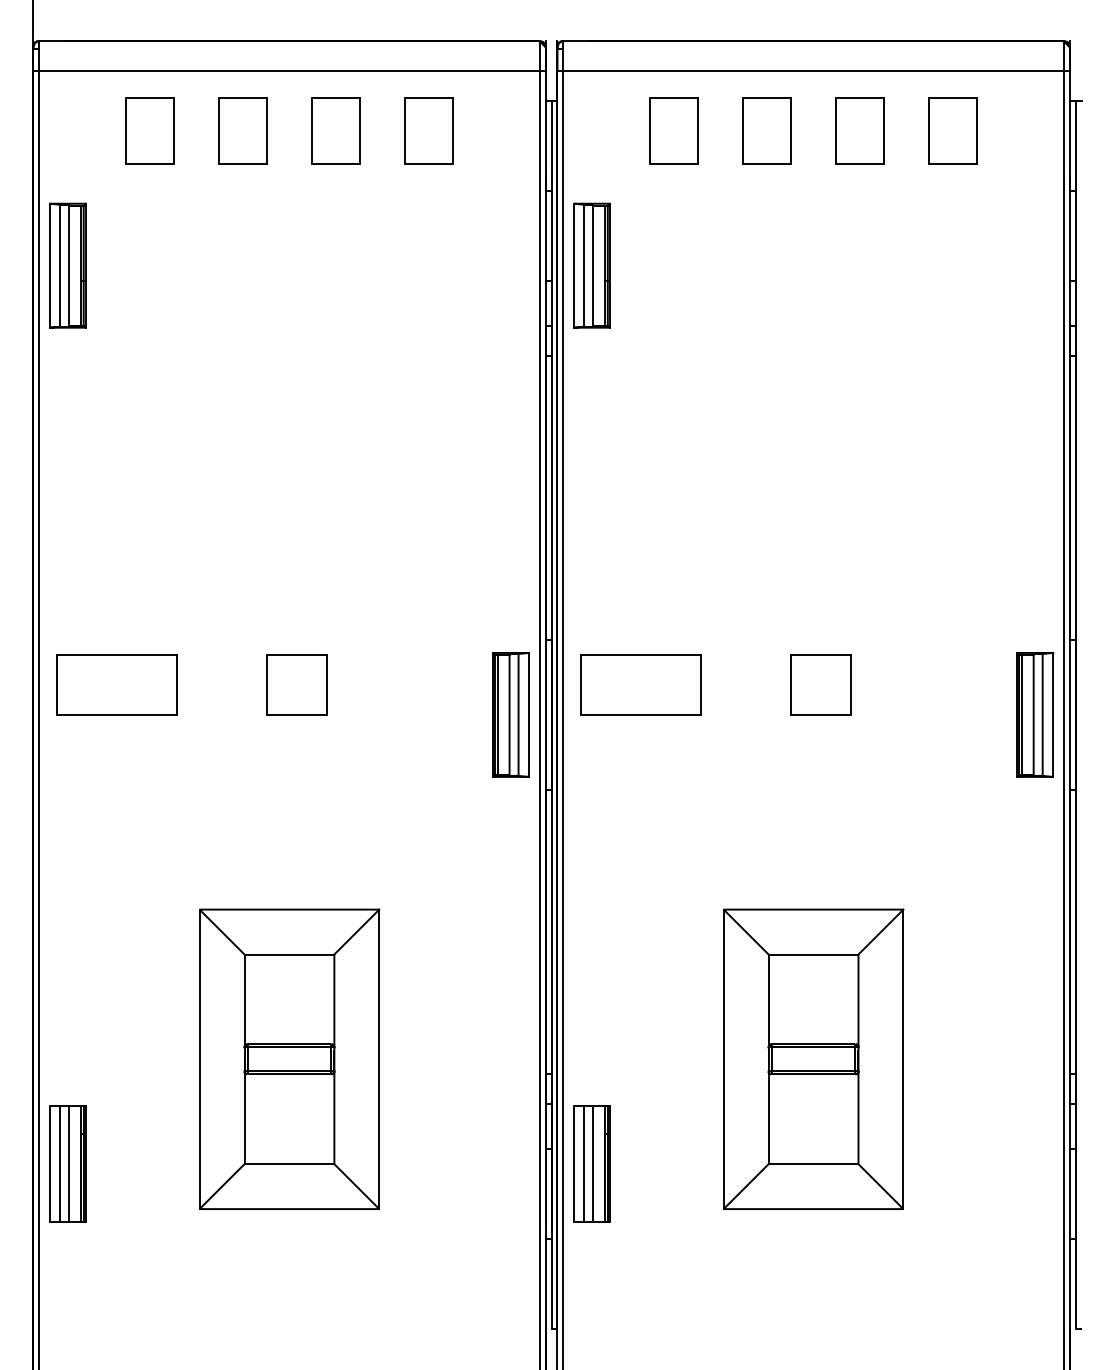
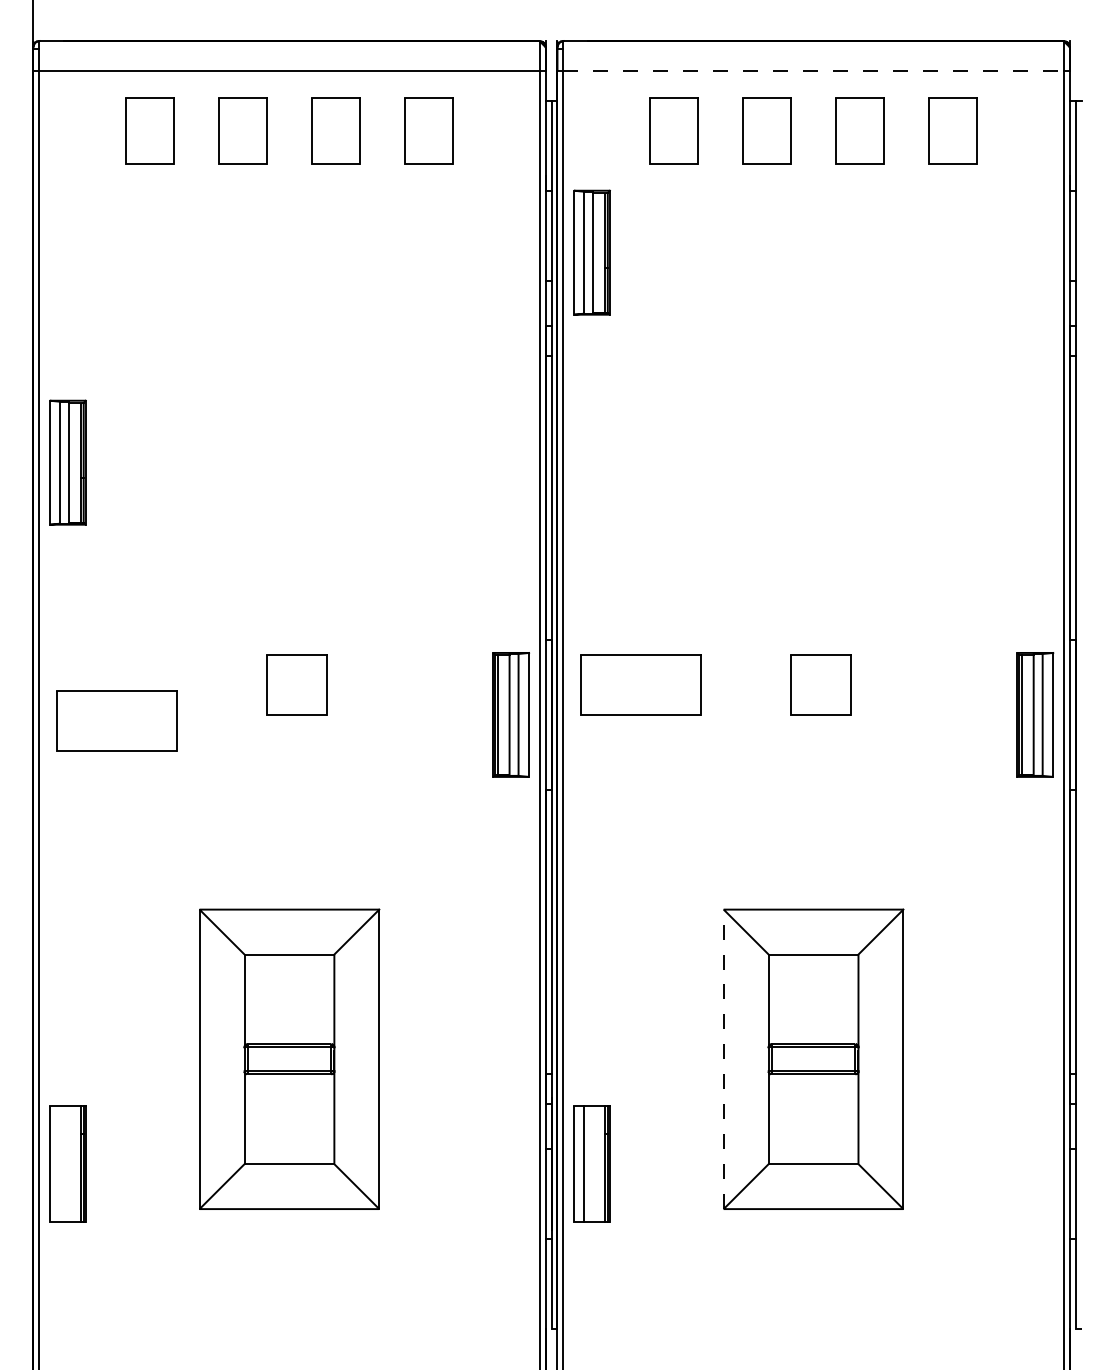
line at (814, 71): solid -> dashed
part at (67, 265) position: (67, 265) -> (67, 462)
part at (591, 265) position: (591, 265) -> (591, 252)
part at (116, 684) position: (116, 684) -> (116, 720)
line at (723, 1059): solid -> dashed
line at (60, 1163): present -> none
line at (69, 1163): present -> none
line at (593, 1163): present -> none
